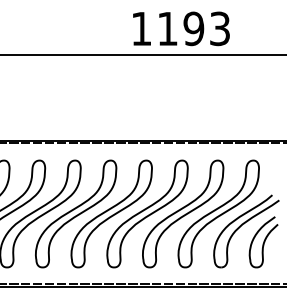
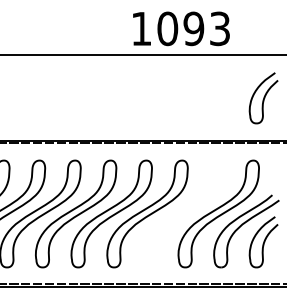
text at (167, 28): 1193 -> 1093
part at (263, 98): none -> present
part at (183, 213): present -> none
